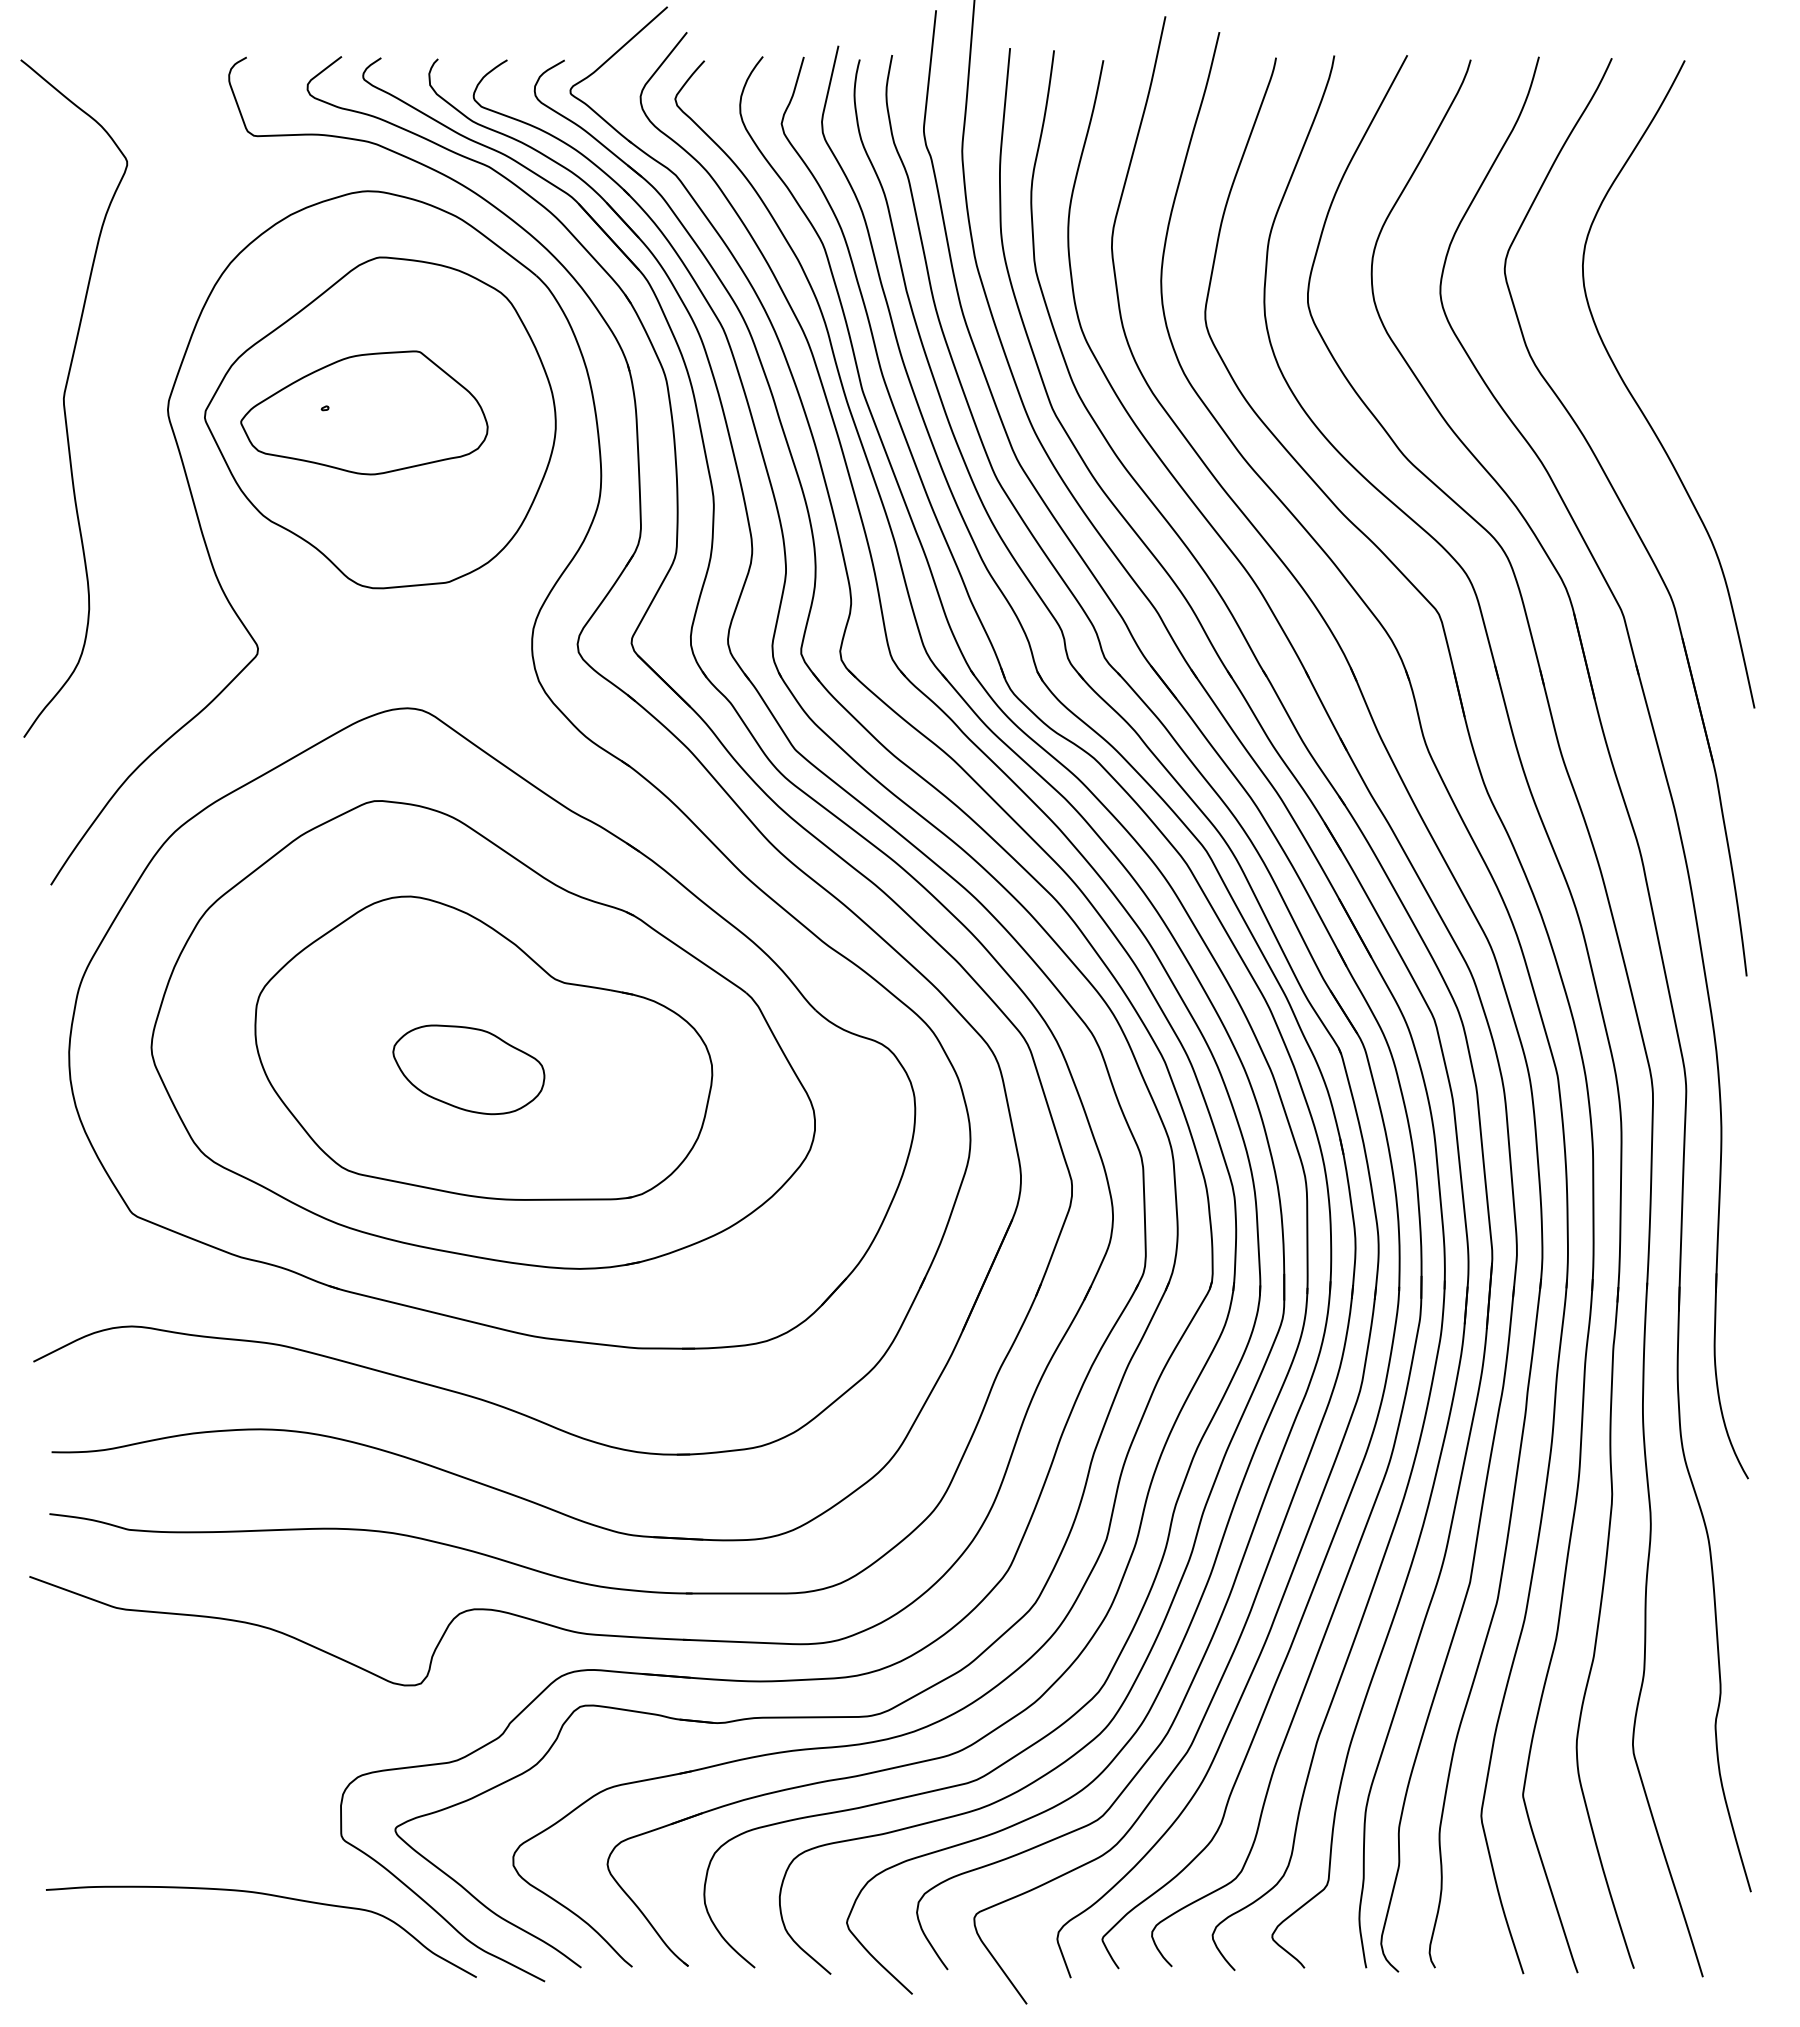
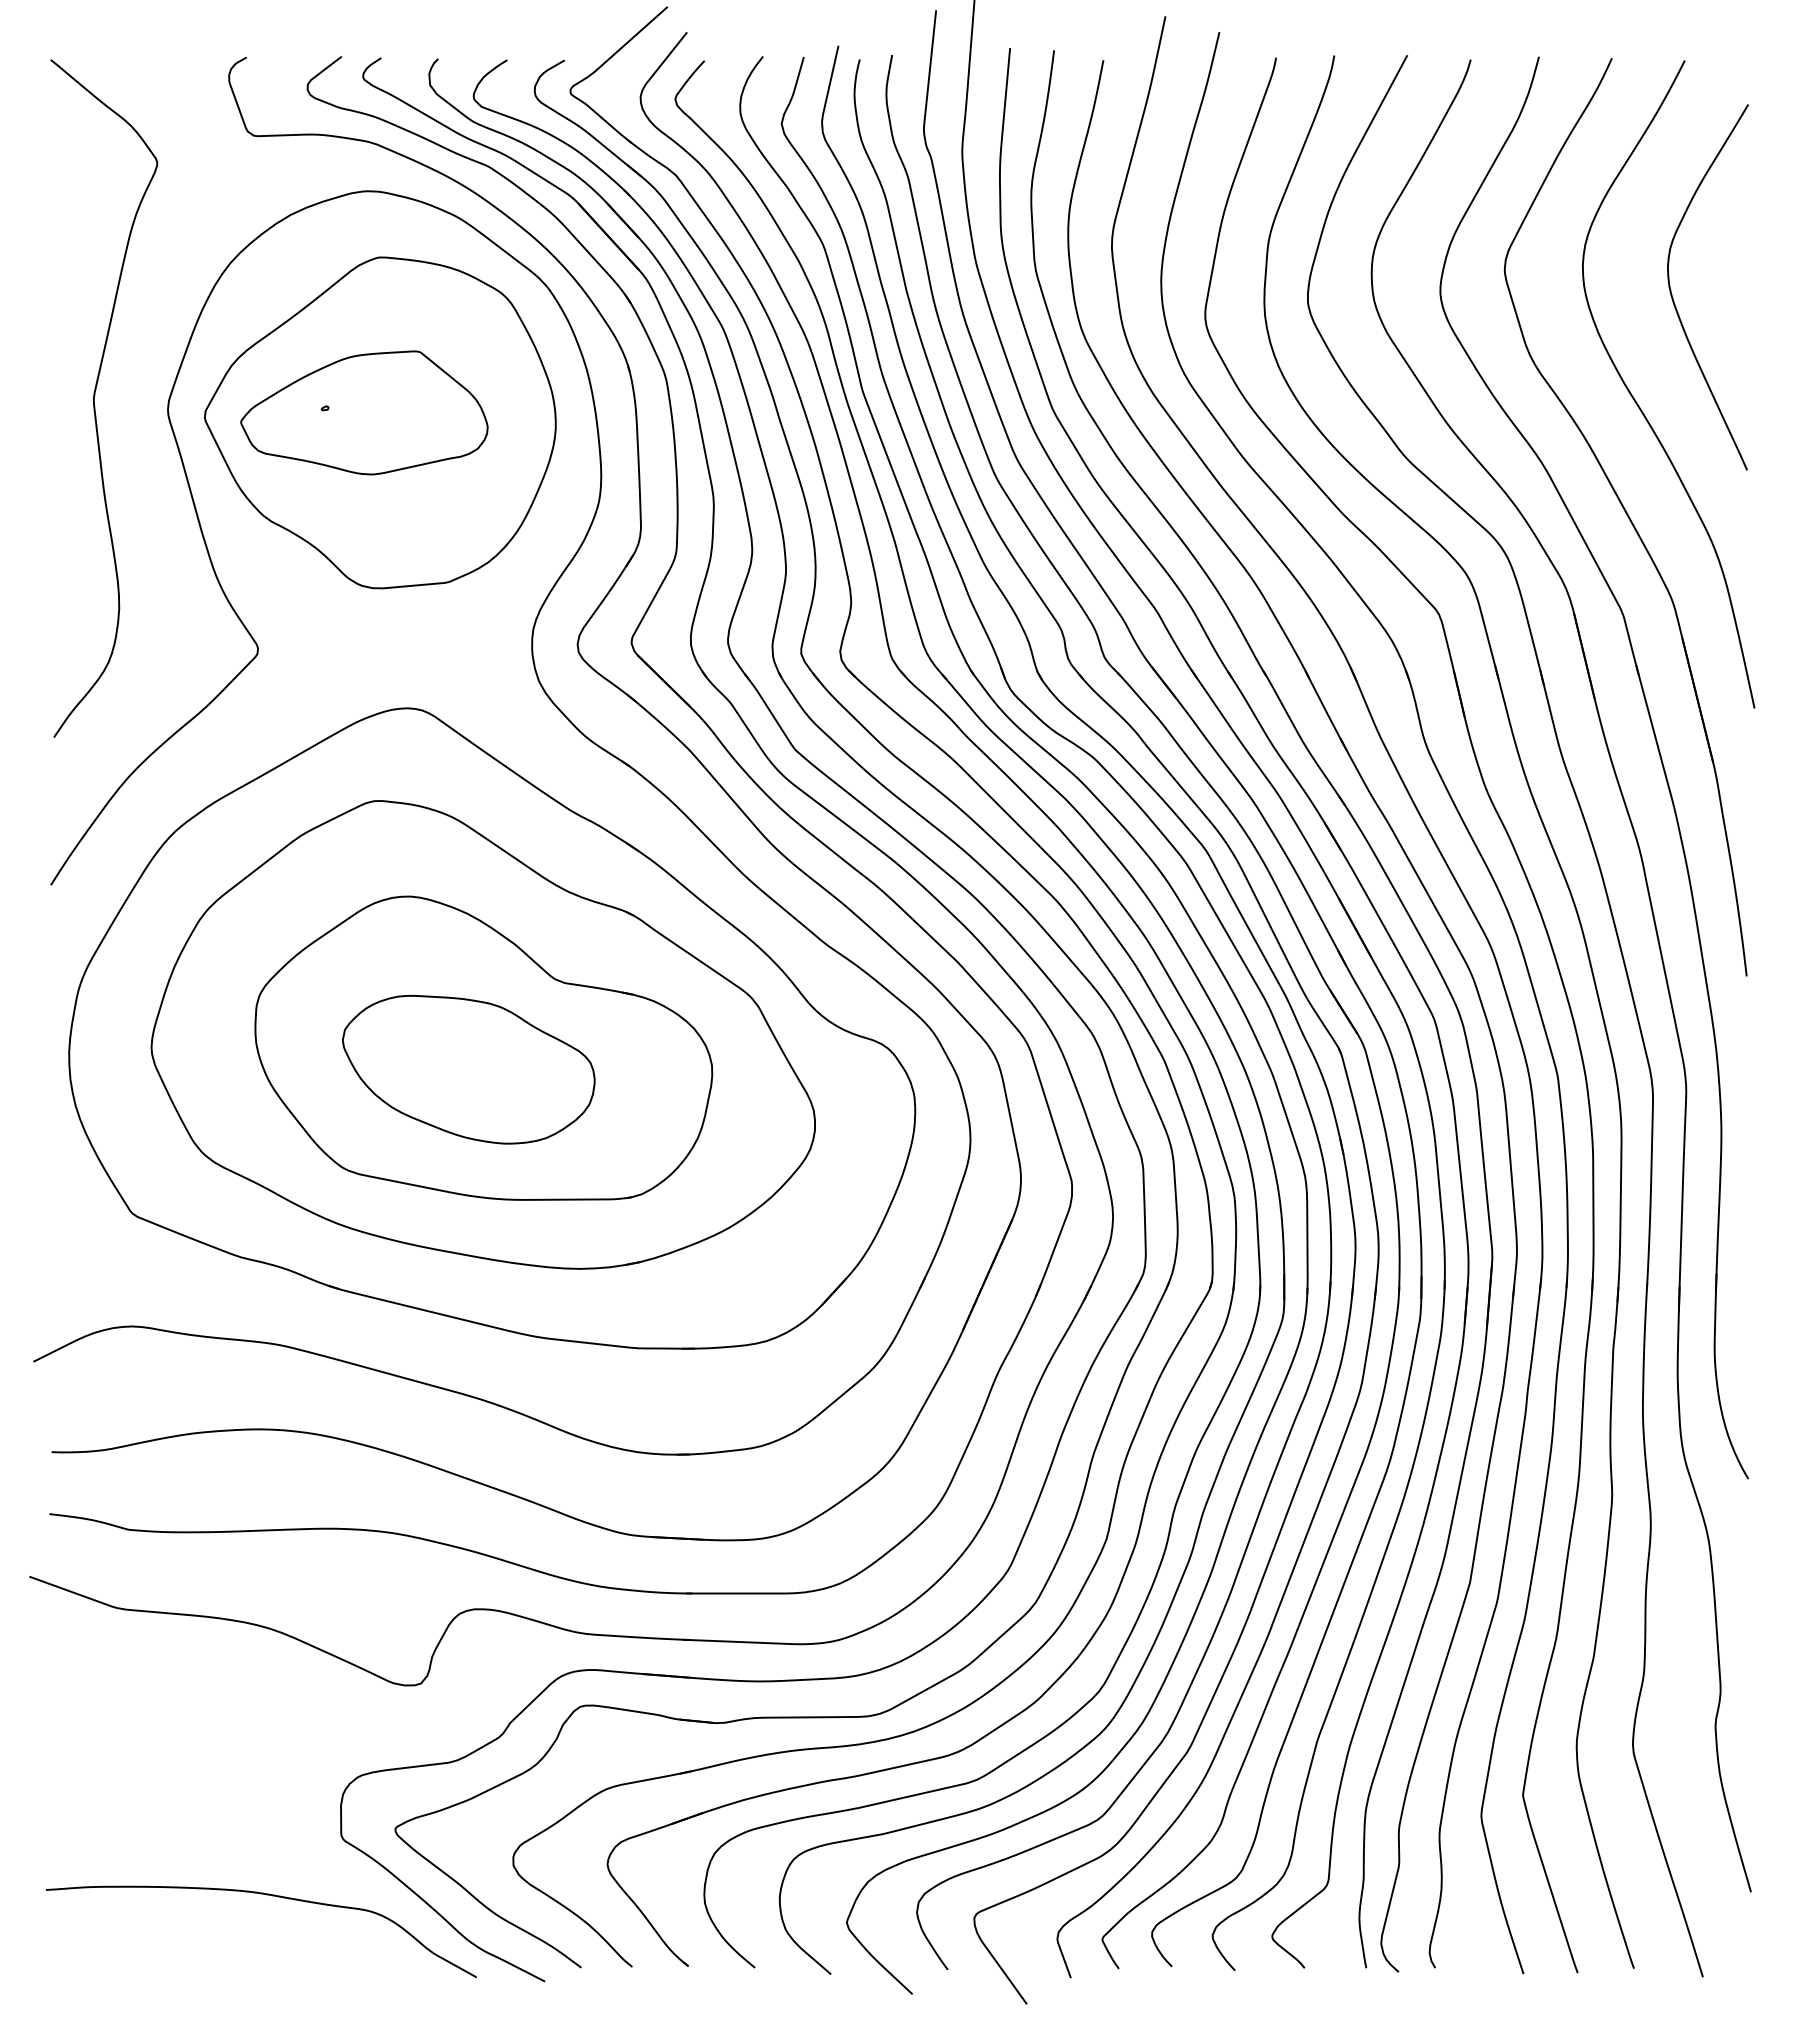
curve at (1673, 297): none -> present
curve at (65, 395) position: (65, 395) -> (95, 395)
part at (468, 1069) size: 154x92 px -> 254x150 px
